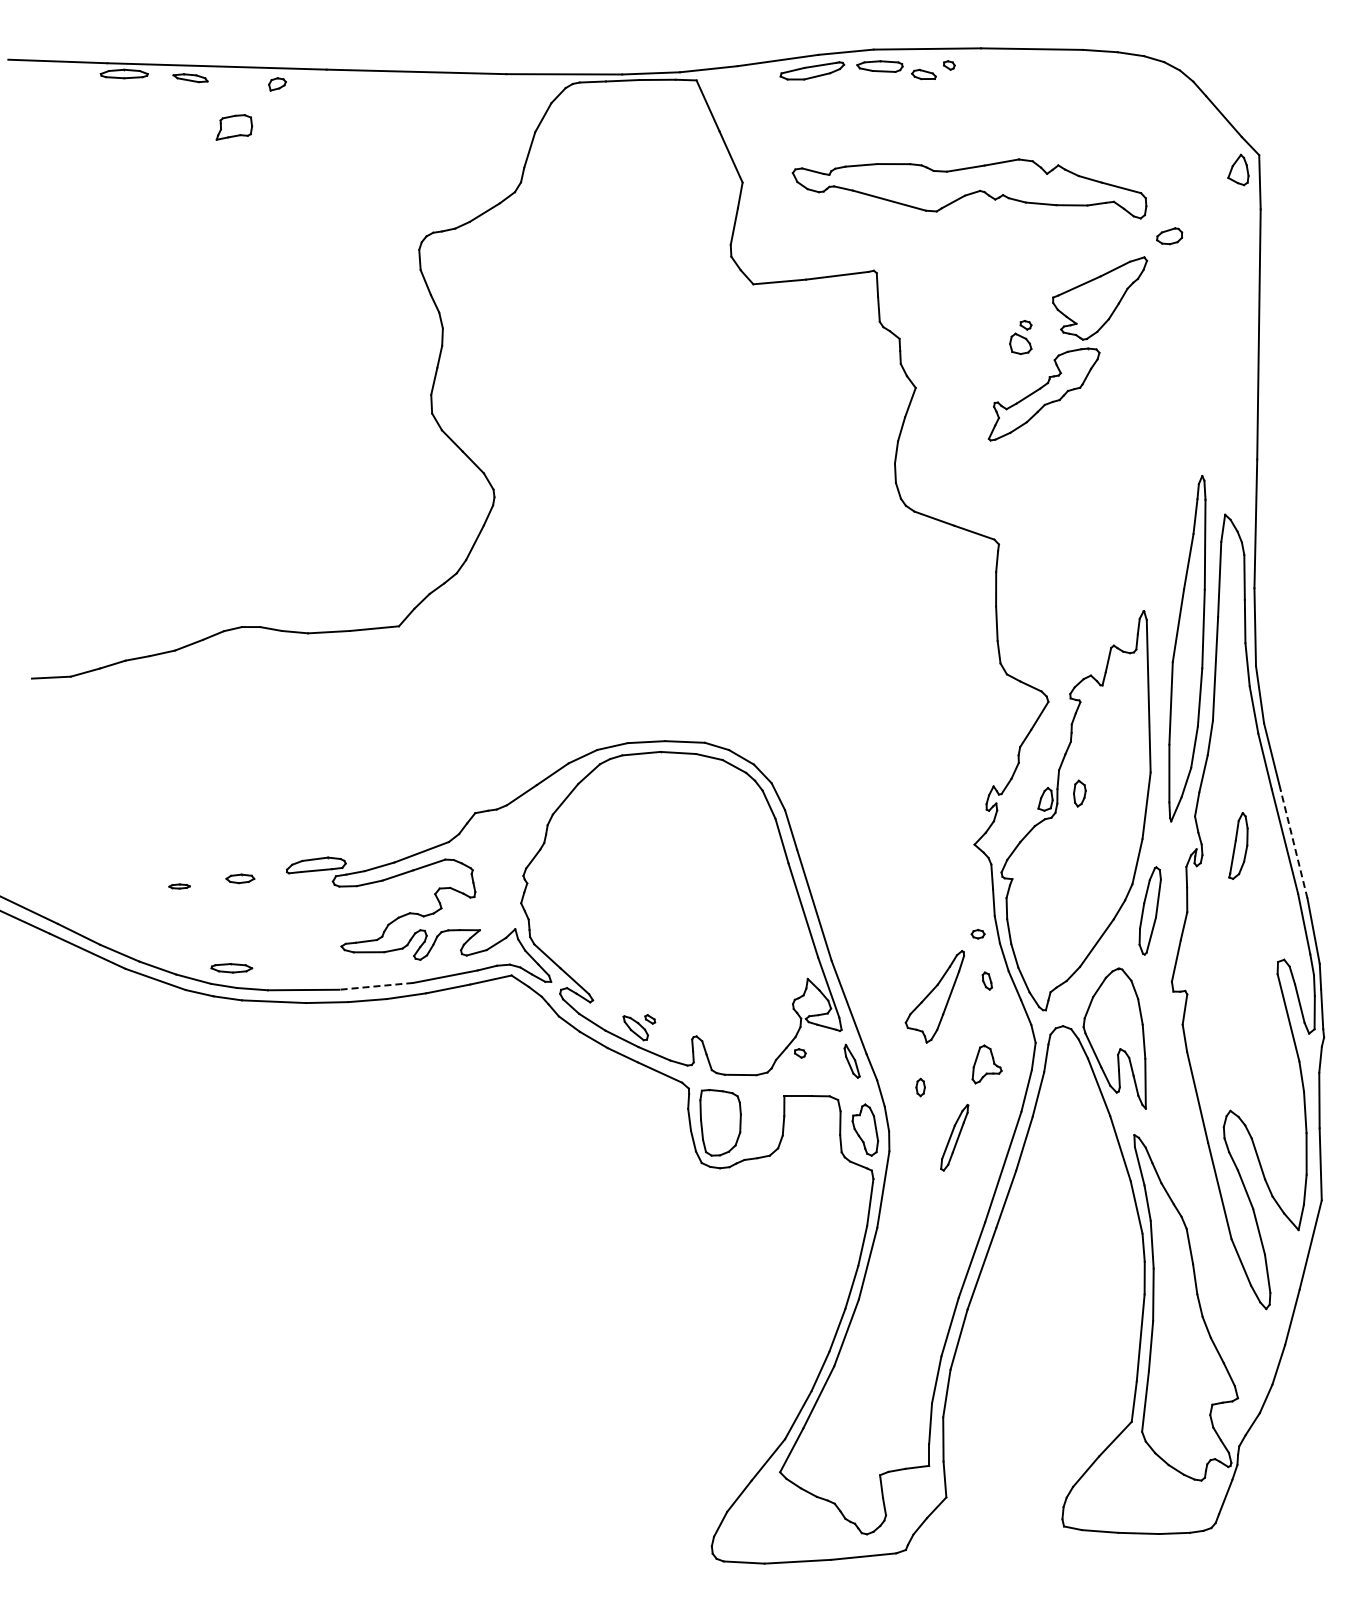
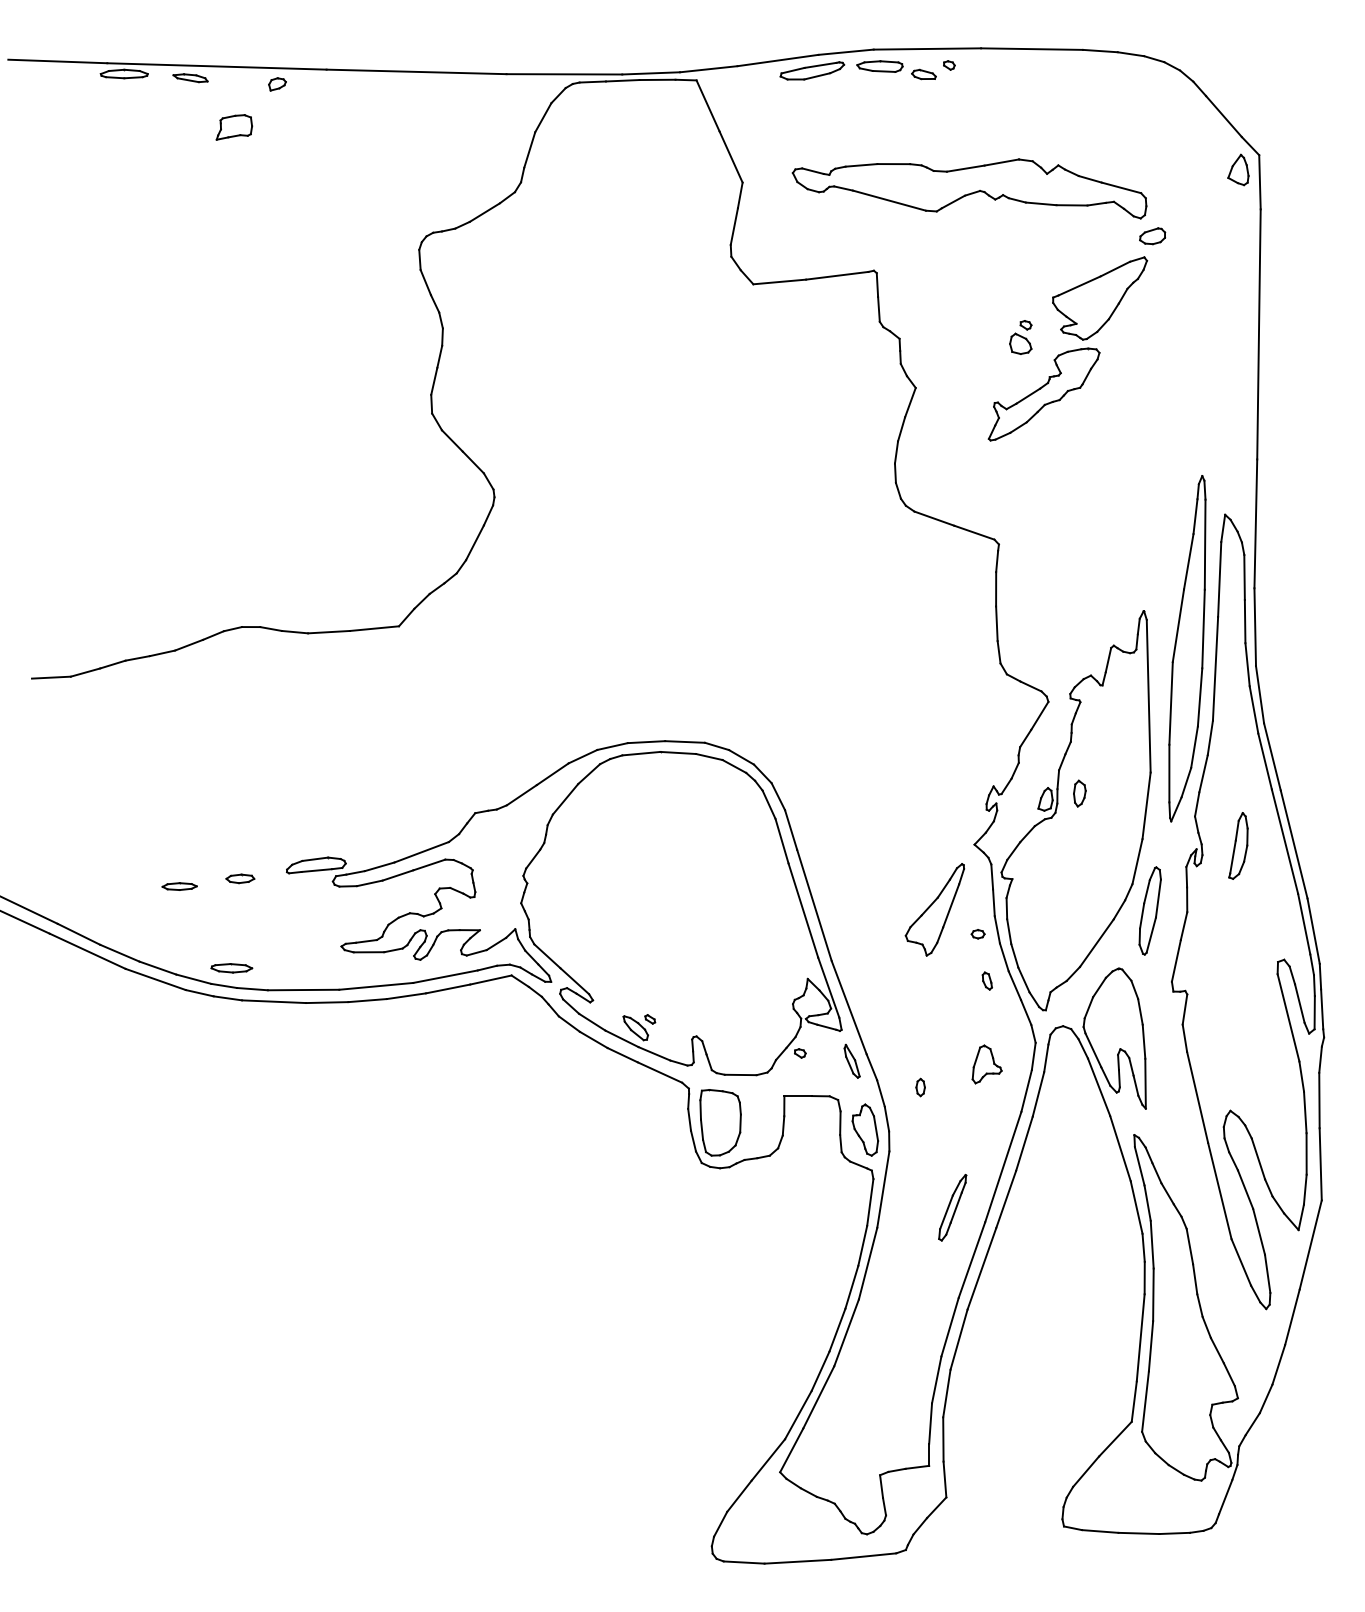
part at (1169, 236) position: (1169, 236) -> (1152, 236)
line at (1294, 844): dashed -> solid
part at (179, 886) size: 23x7 px -> 37x9 px
line at (375, 986): dashed -> solid
part at (934, 996) position: (934, 996) -> (934, 909)
part at (954, 1137) position: (954, 1137) -> (952, 1207)
